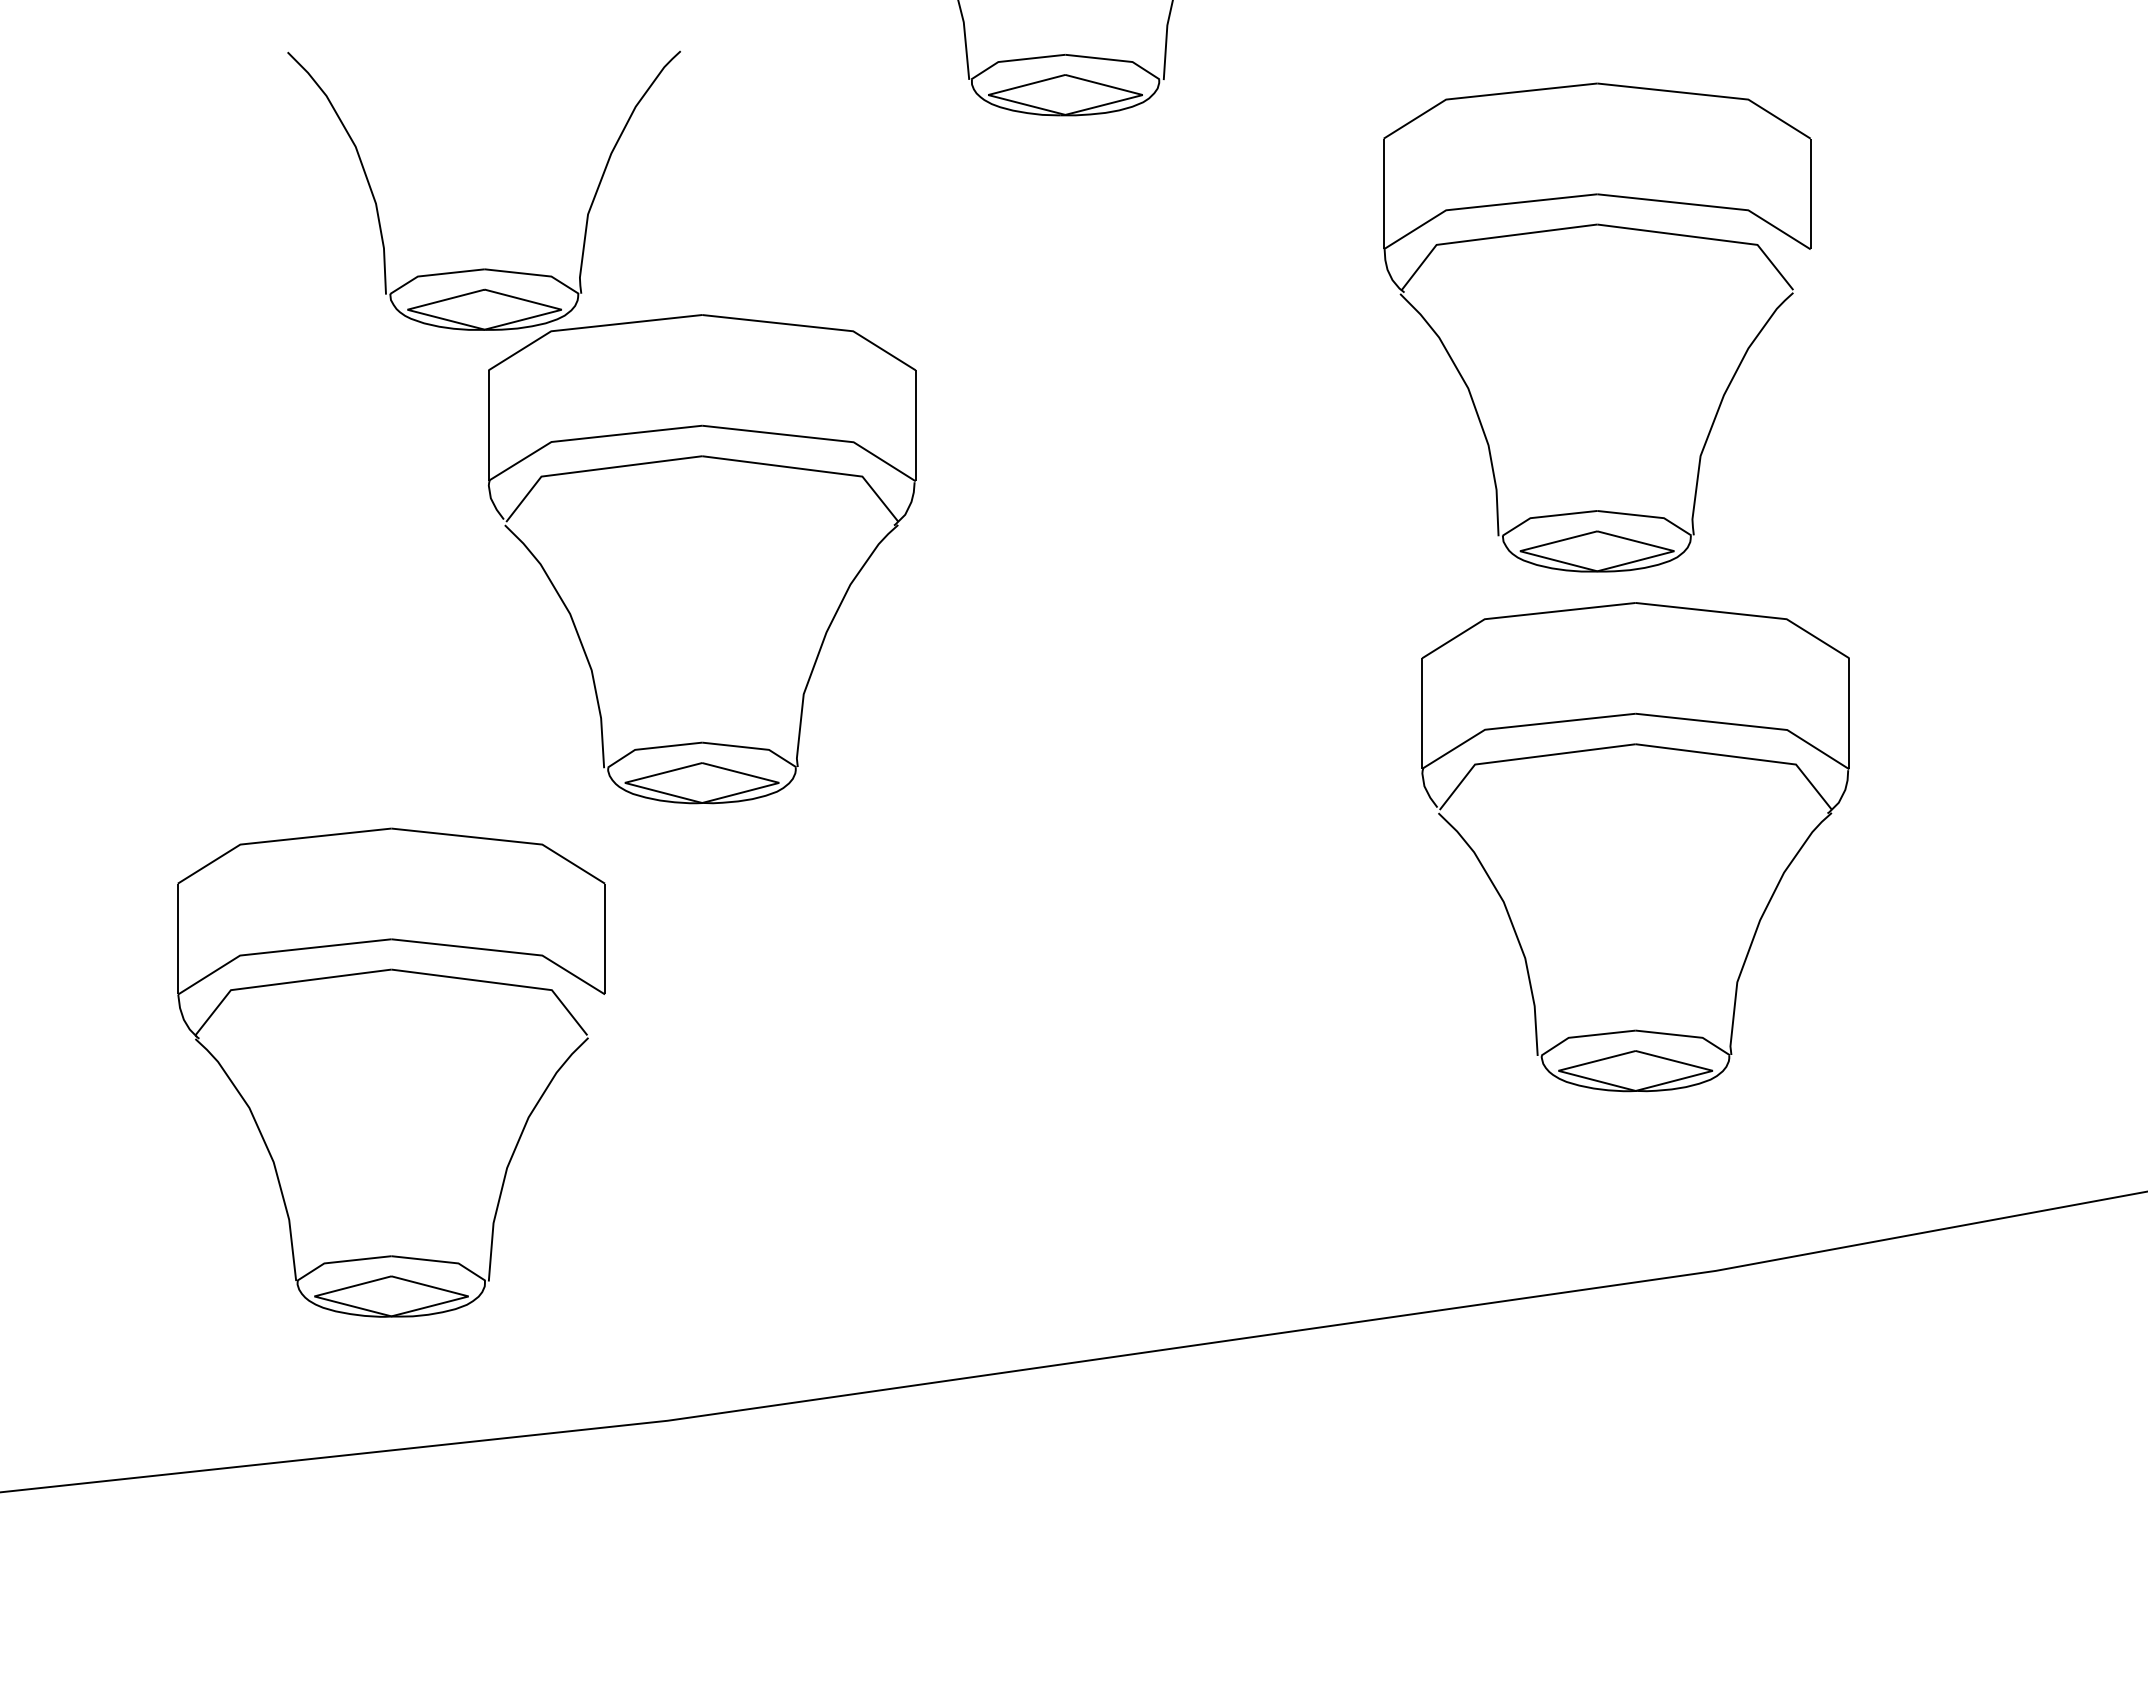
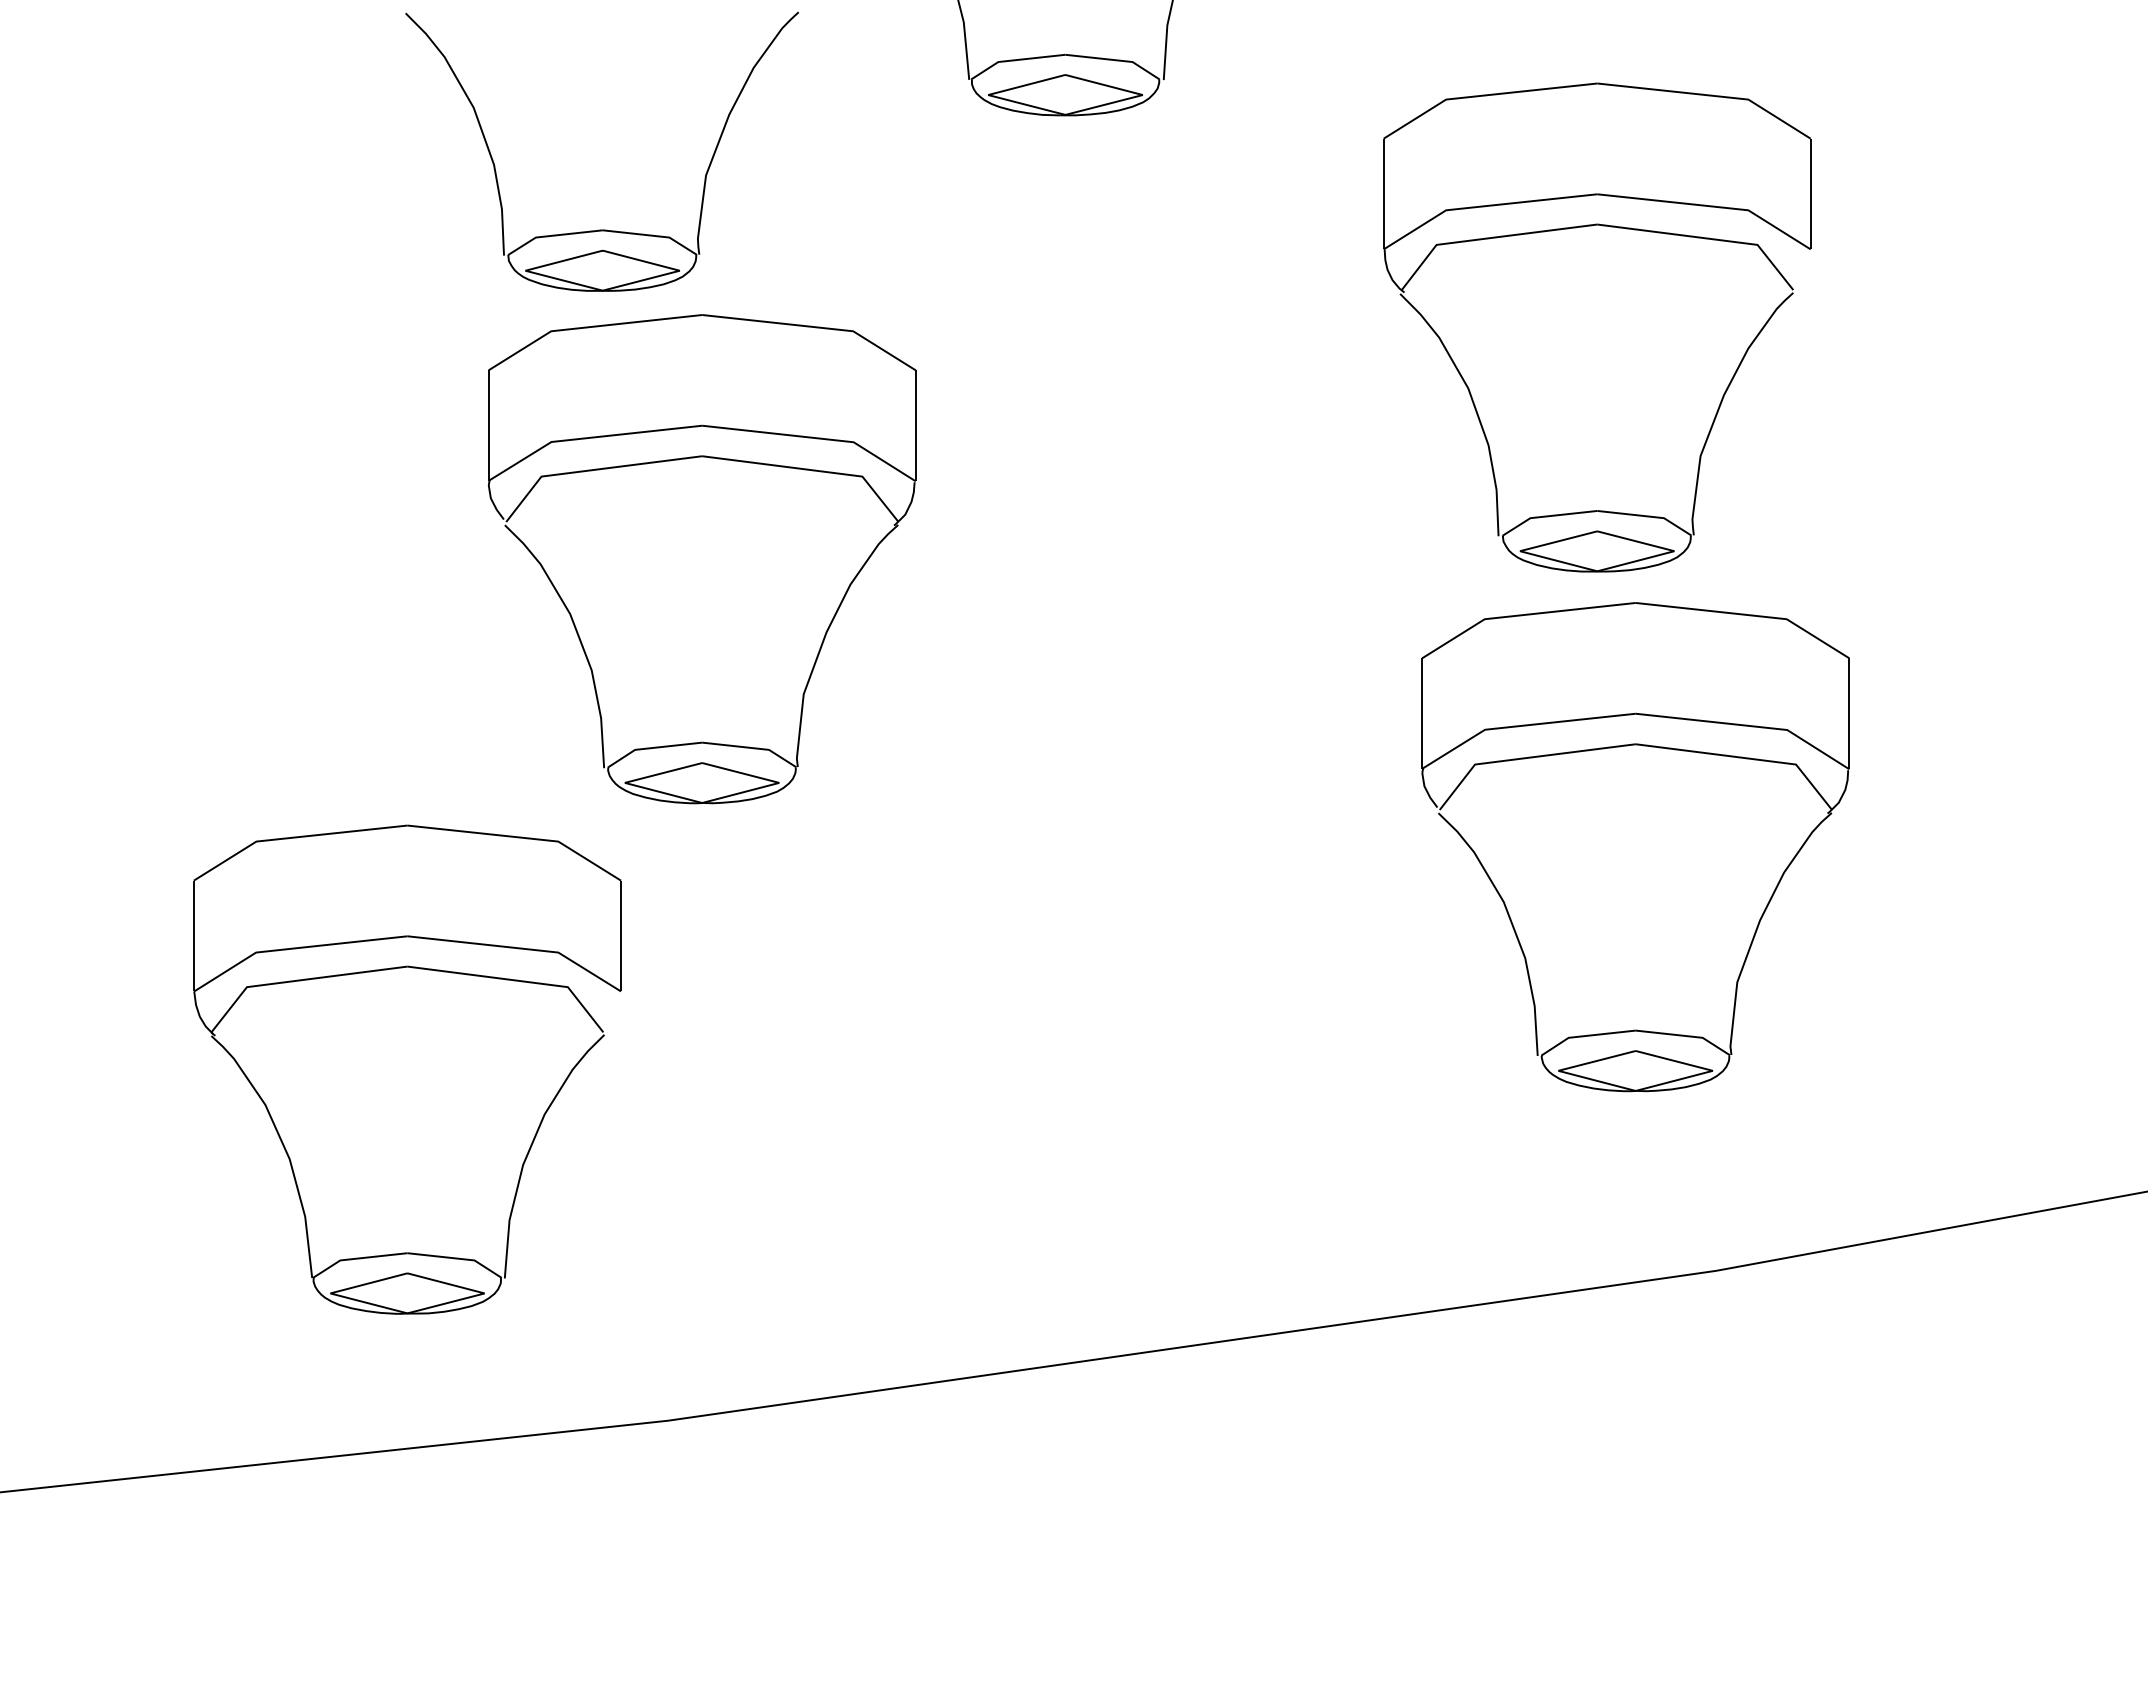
part at (483, 268) position: (483, 268) -> (601, 229)
part at (378, 972) position: (378, 972) -> (394, 969)
